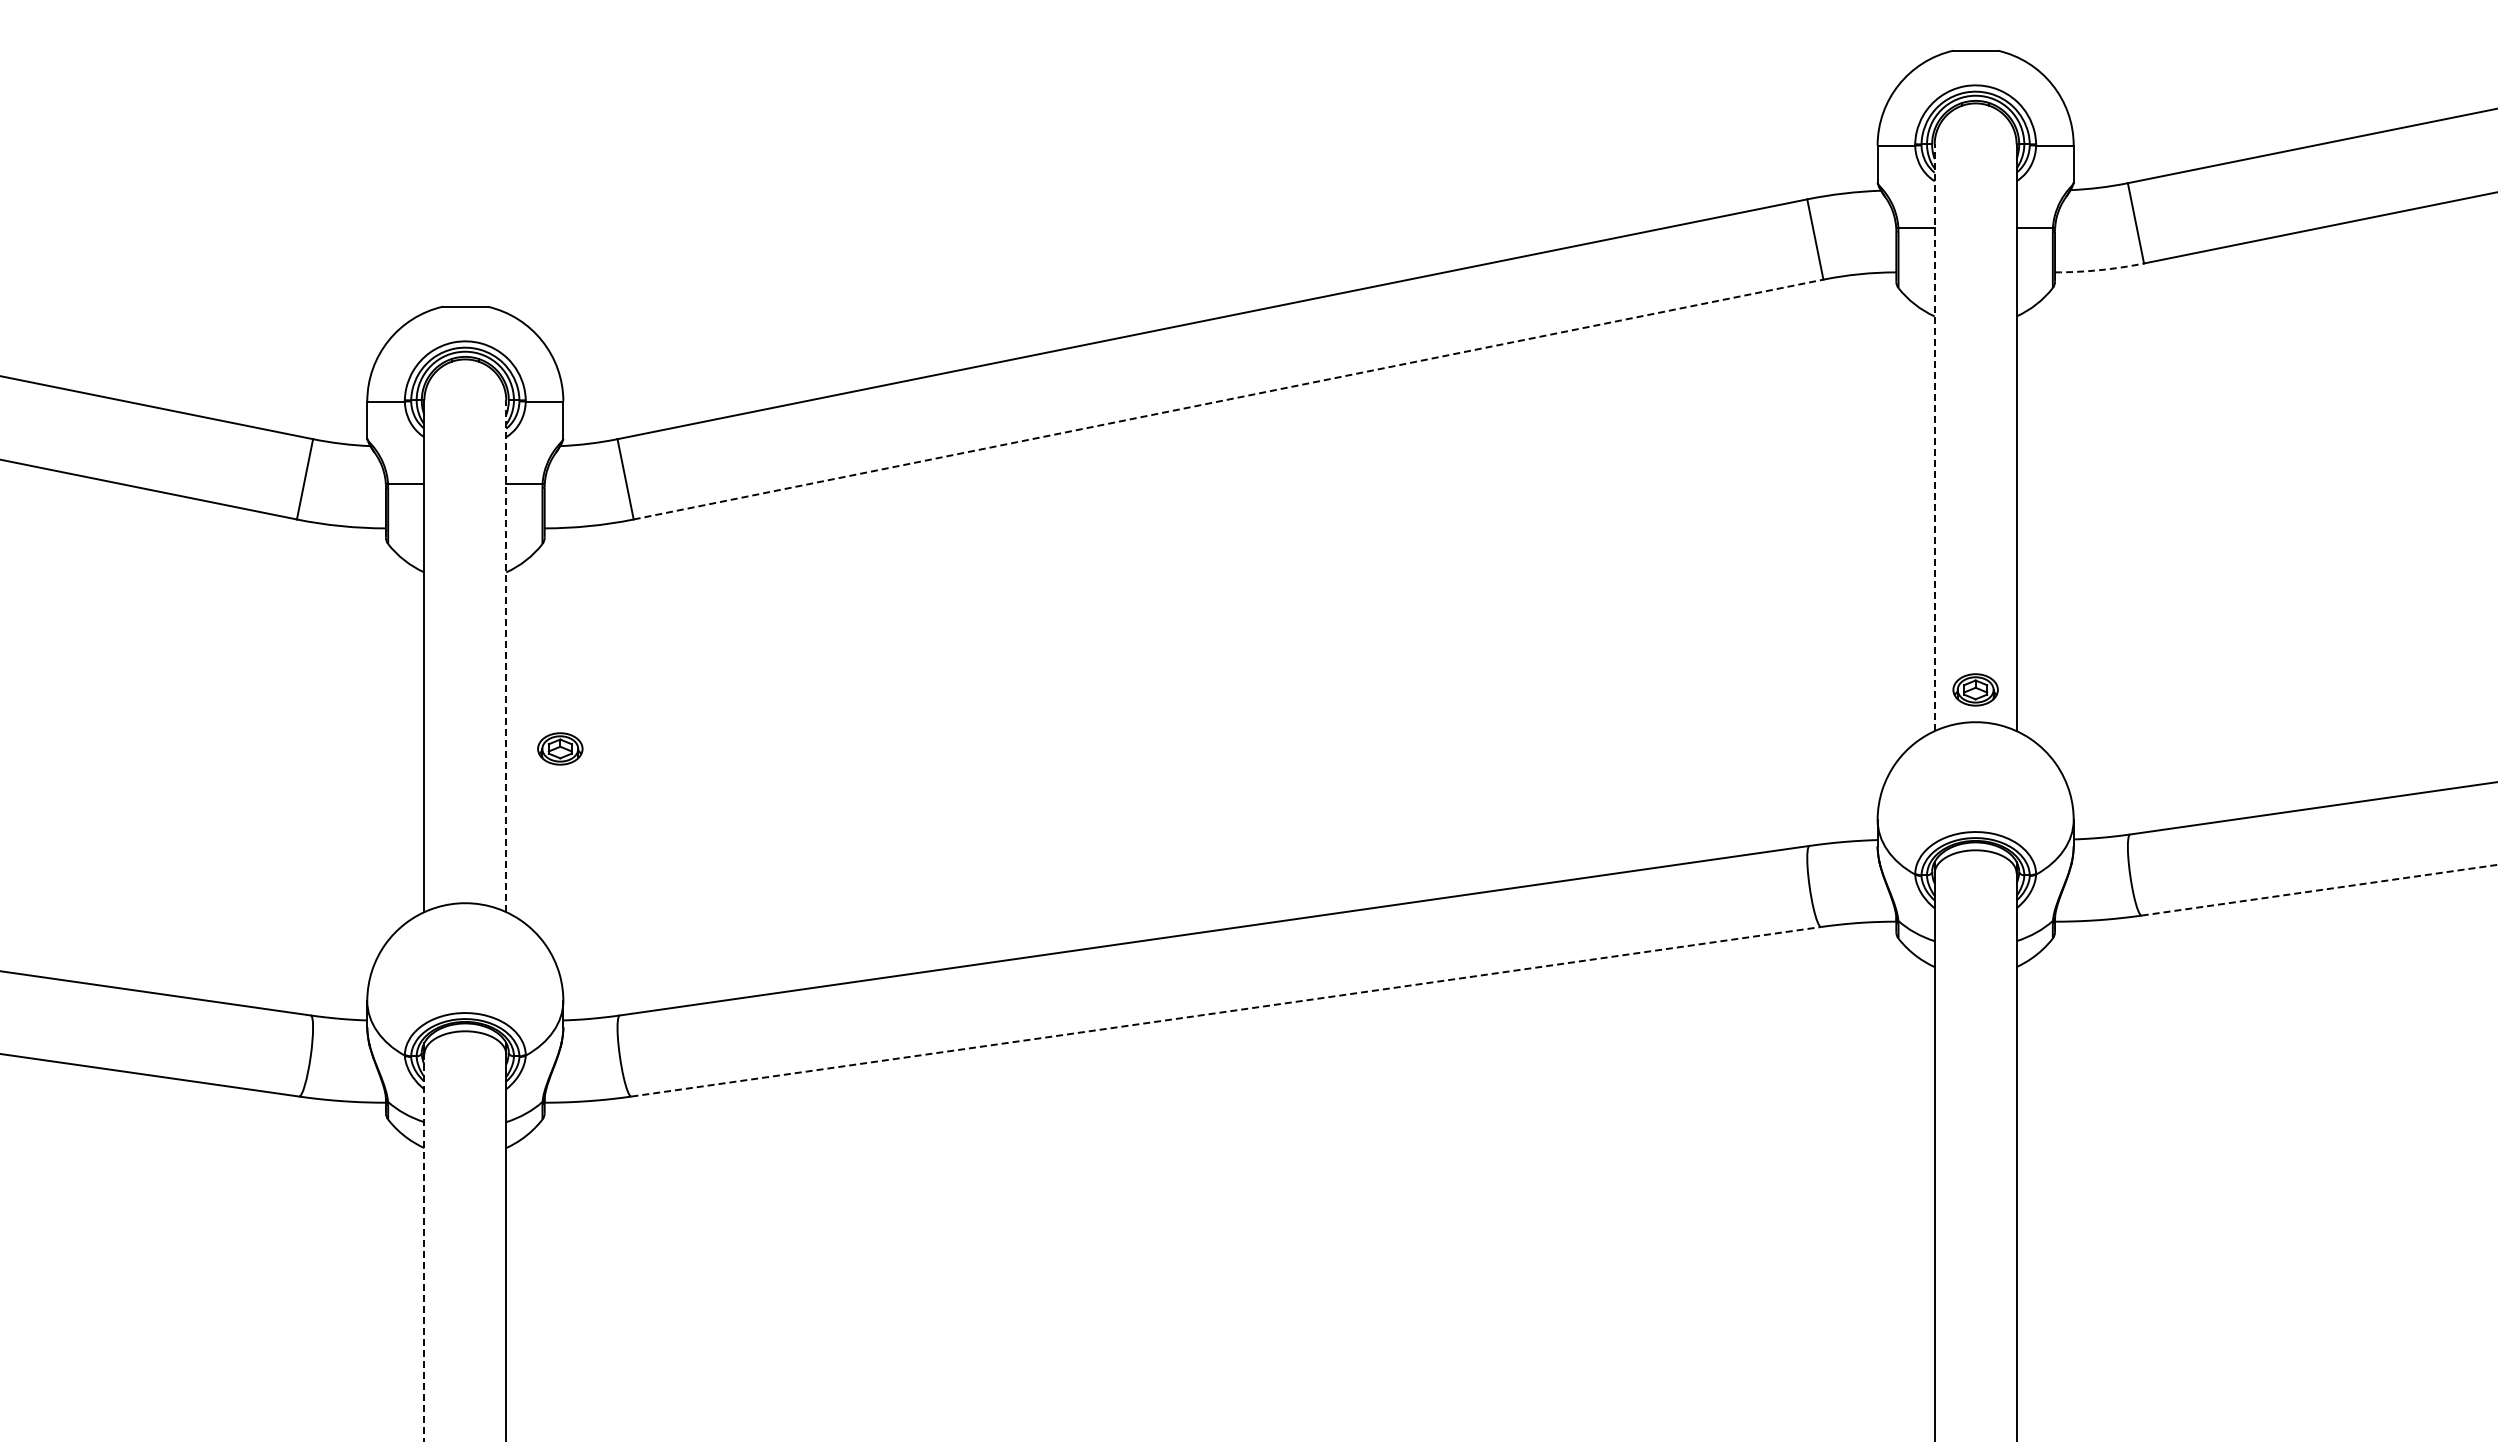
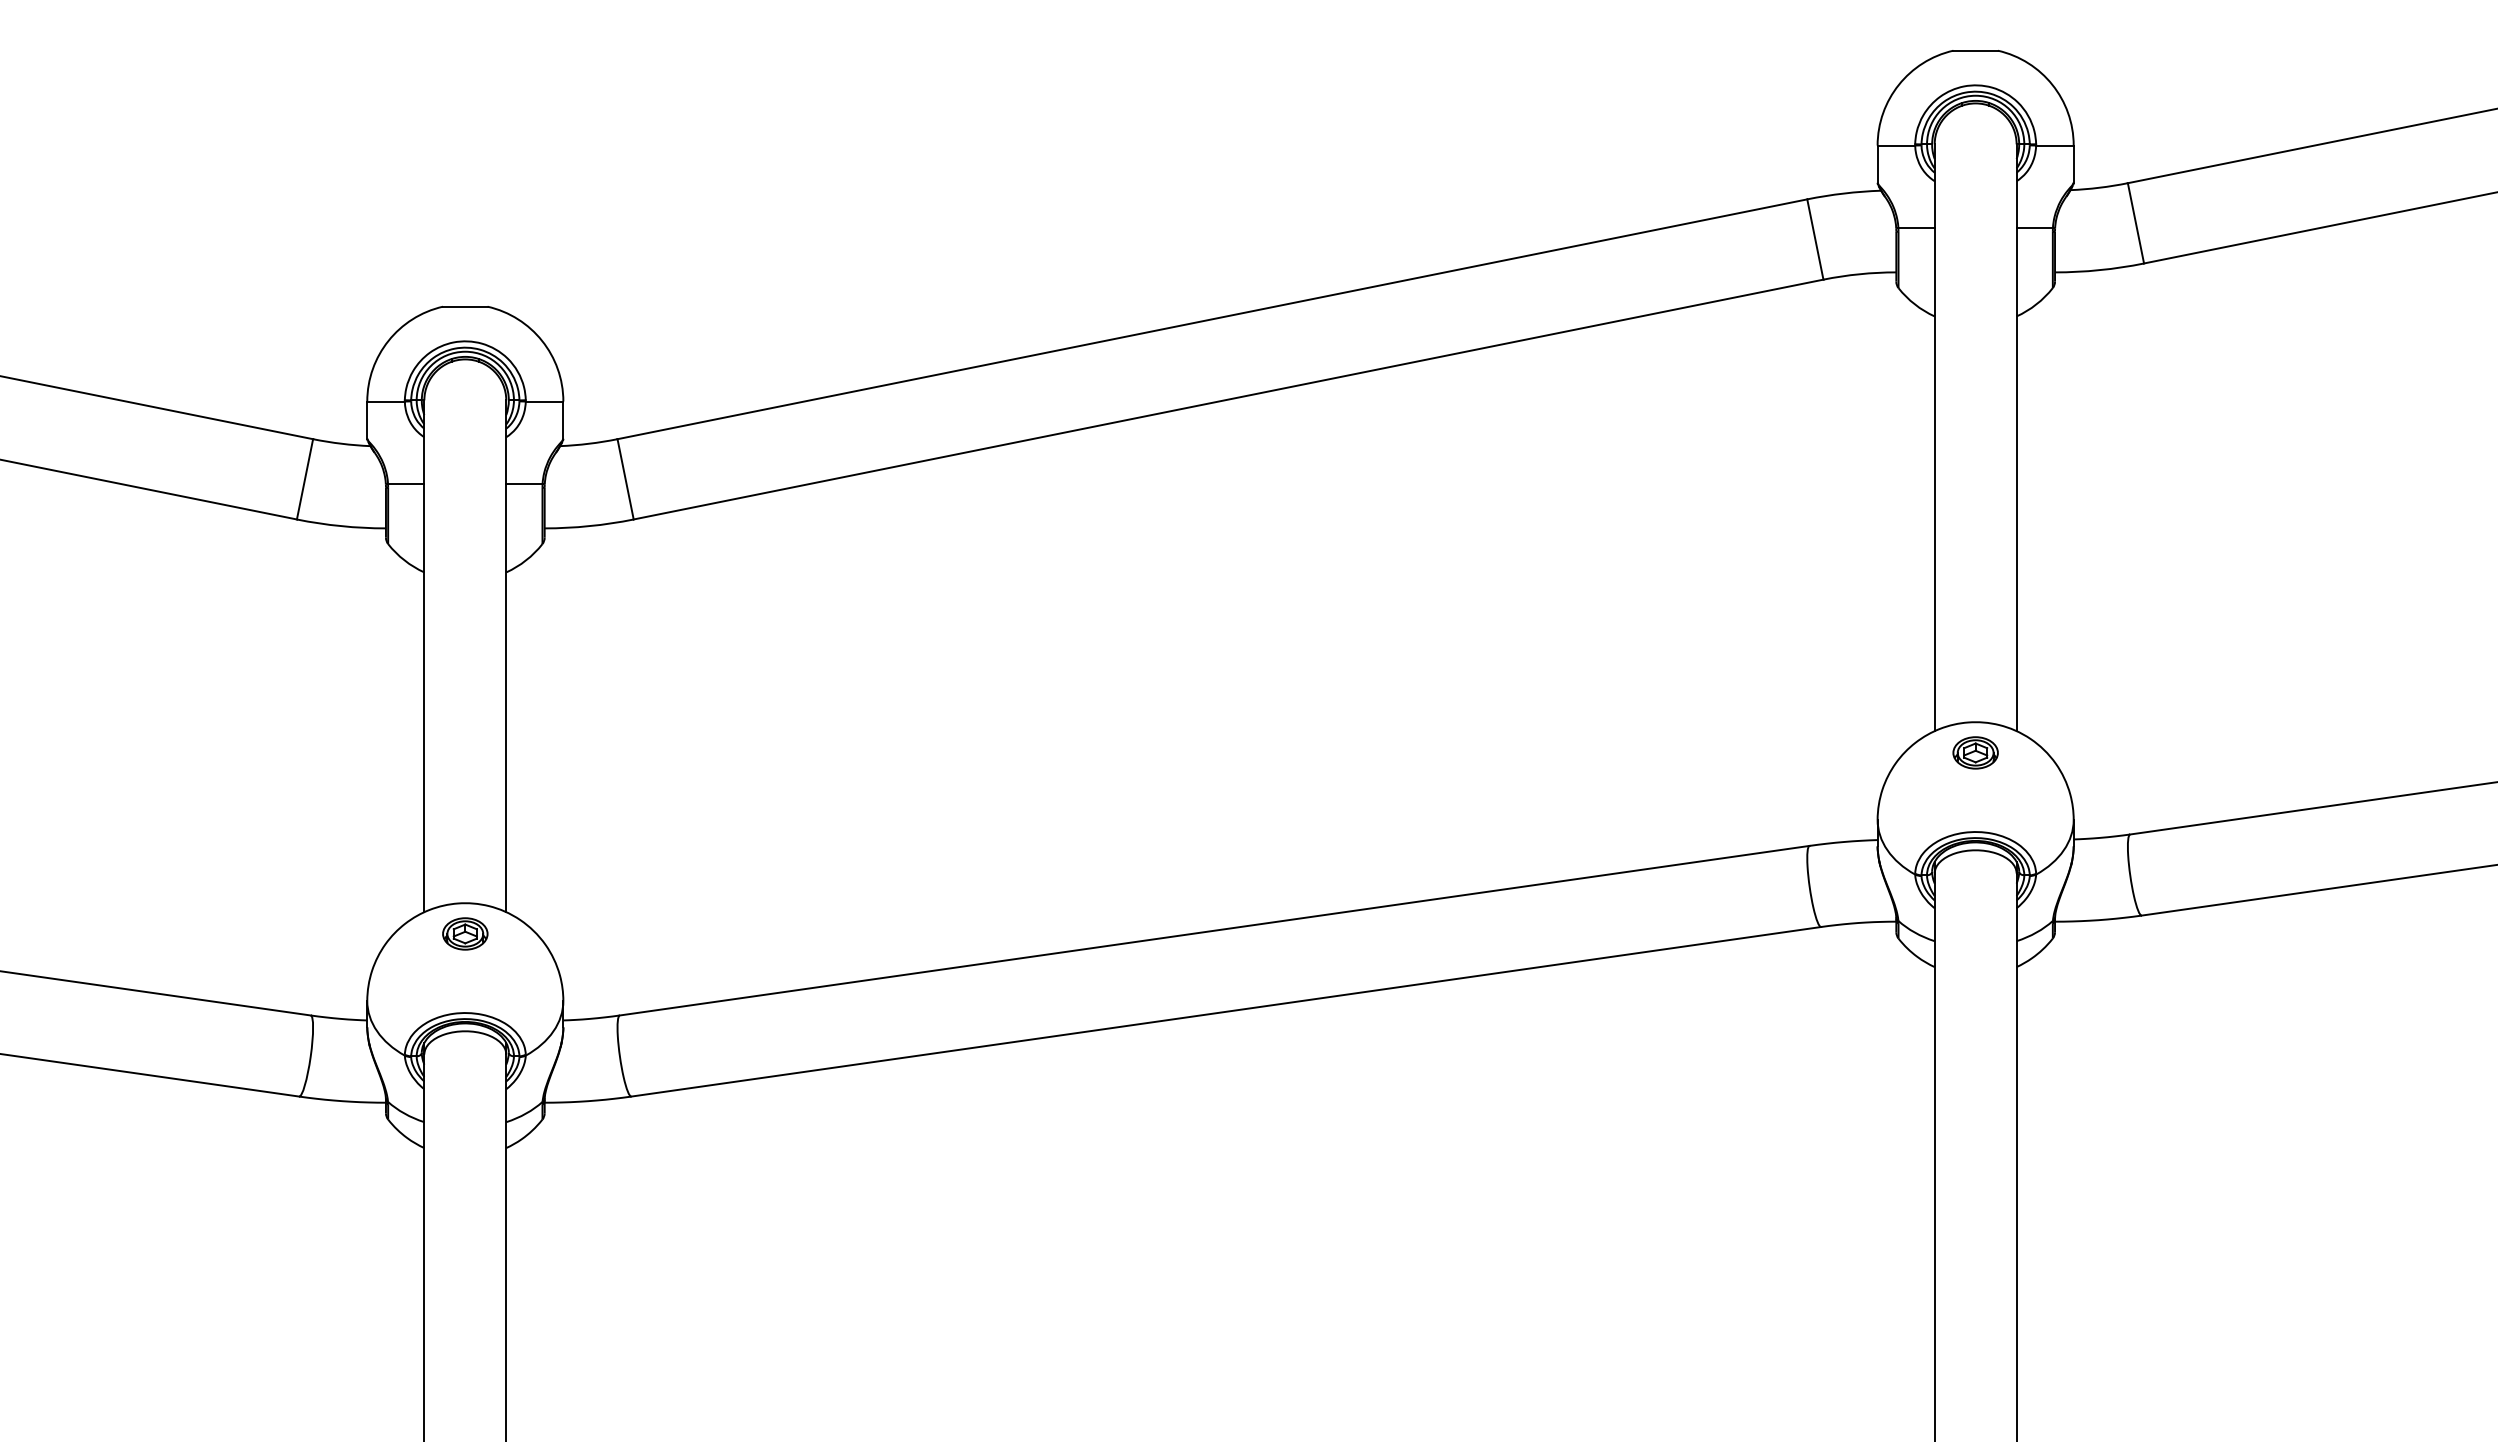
arc at (2099, 270): dashed -> solid
line at (1228, 399): dashed -> solid
line at (1934, 437): dashed -> solid
line at (506, 656): dashed -> solid
part at (1975, 689) position: (1975, 689) -> (1975, 752)
part at (560, 748) position: (560, 748) -> (465, 933)
line at (2319, 890): dashed -> solid
line at (1226, 1011): dashed -> solid
line at (424, 1247): dashed -> solid
